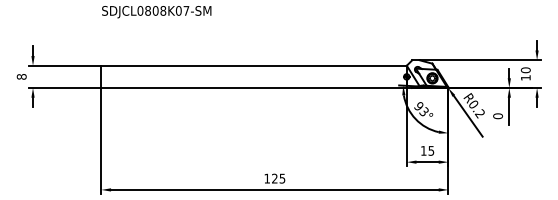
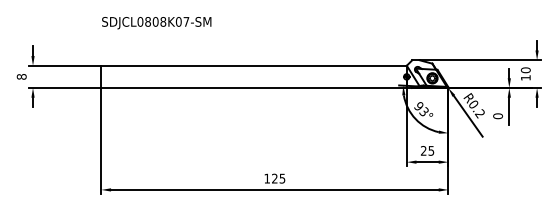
text at (156, 12) position: (156, 12) -> (156, 23)
text at (423, 150): 15 -> 25
